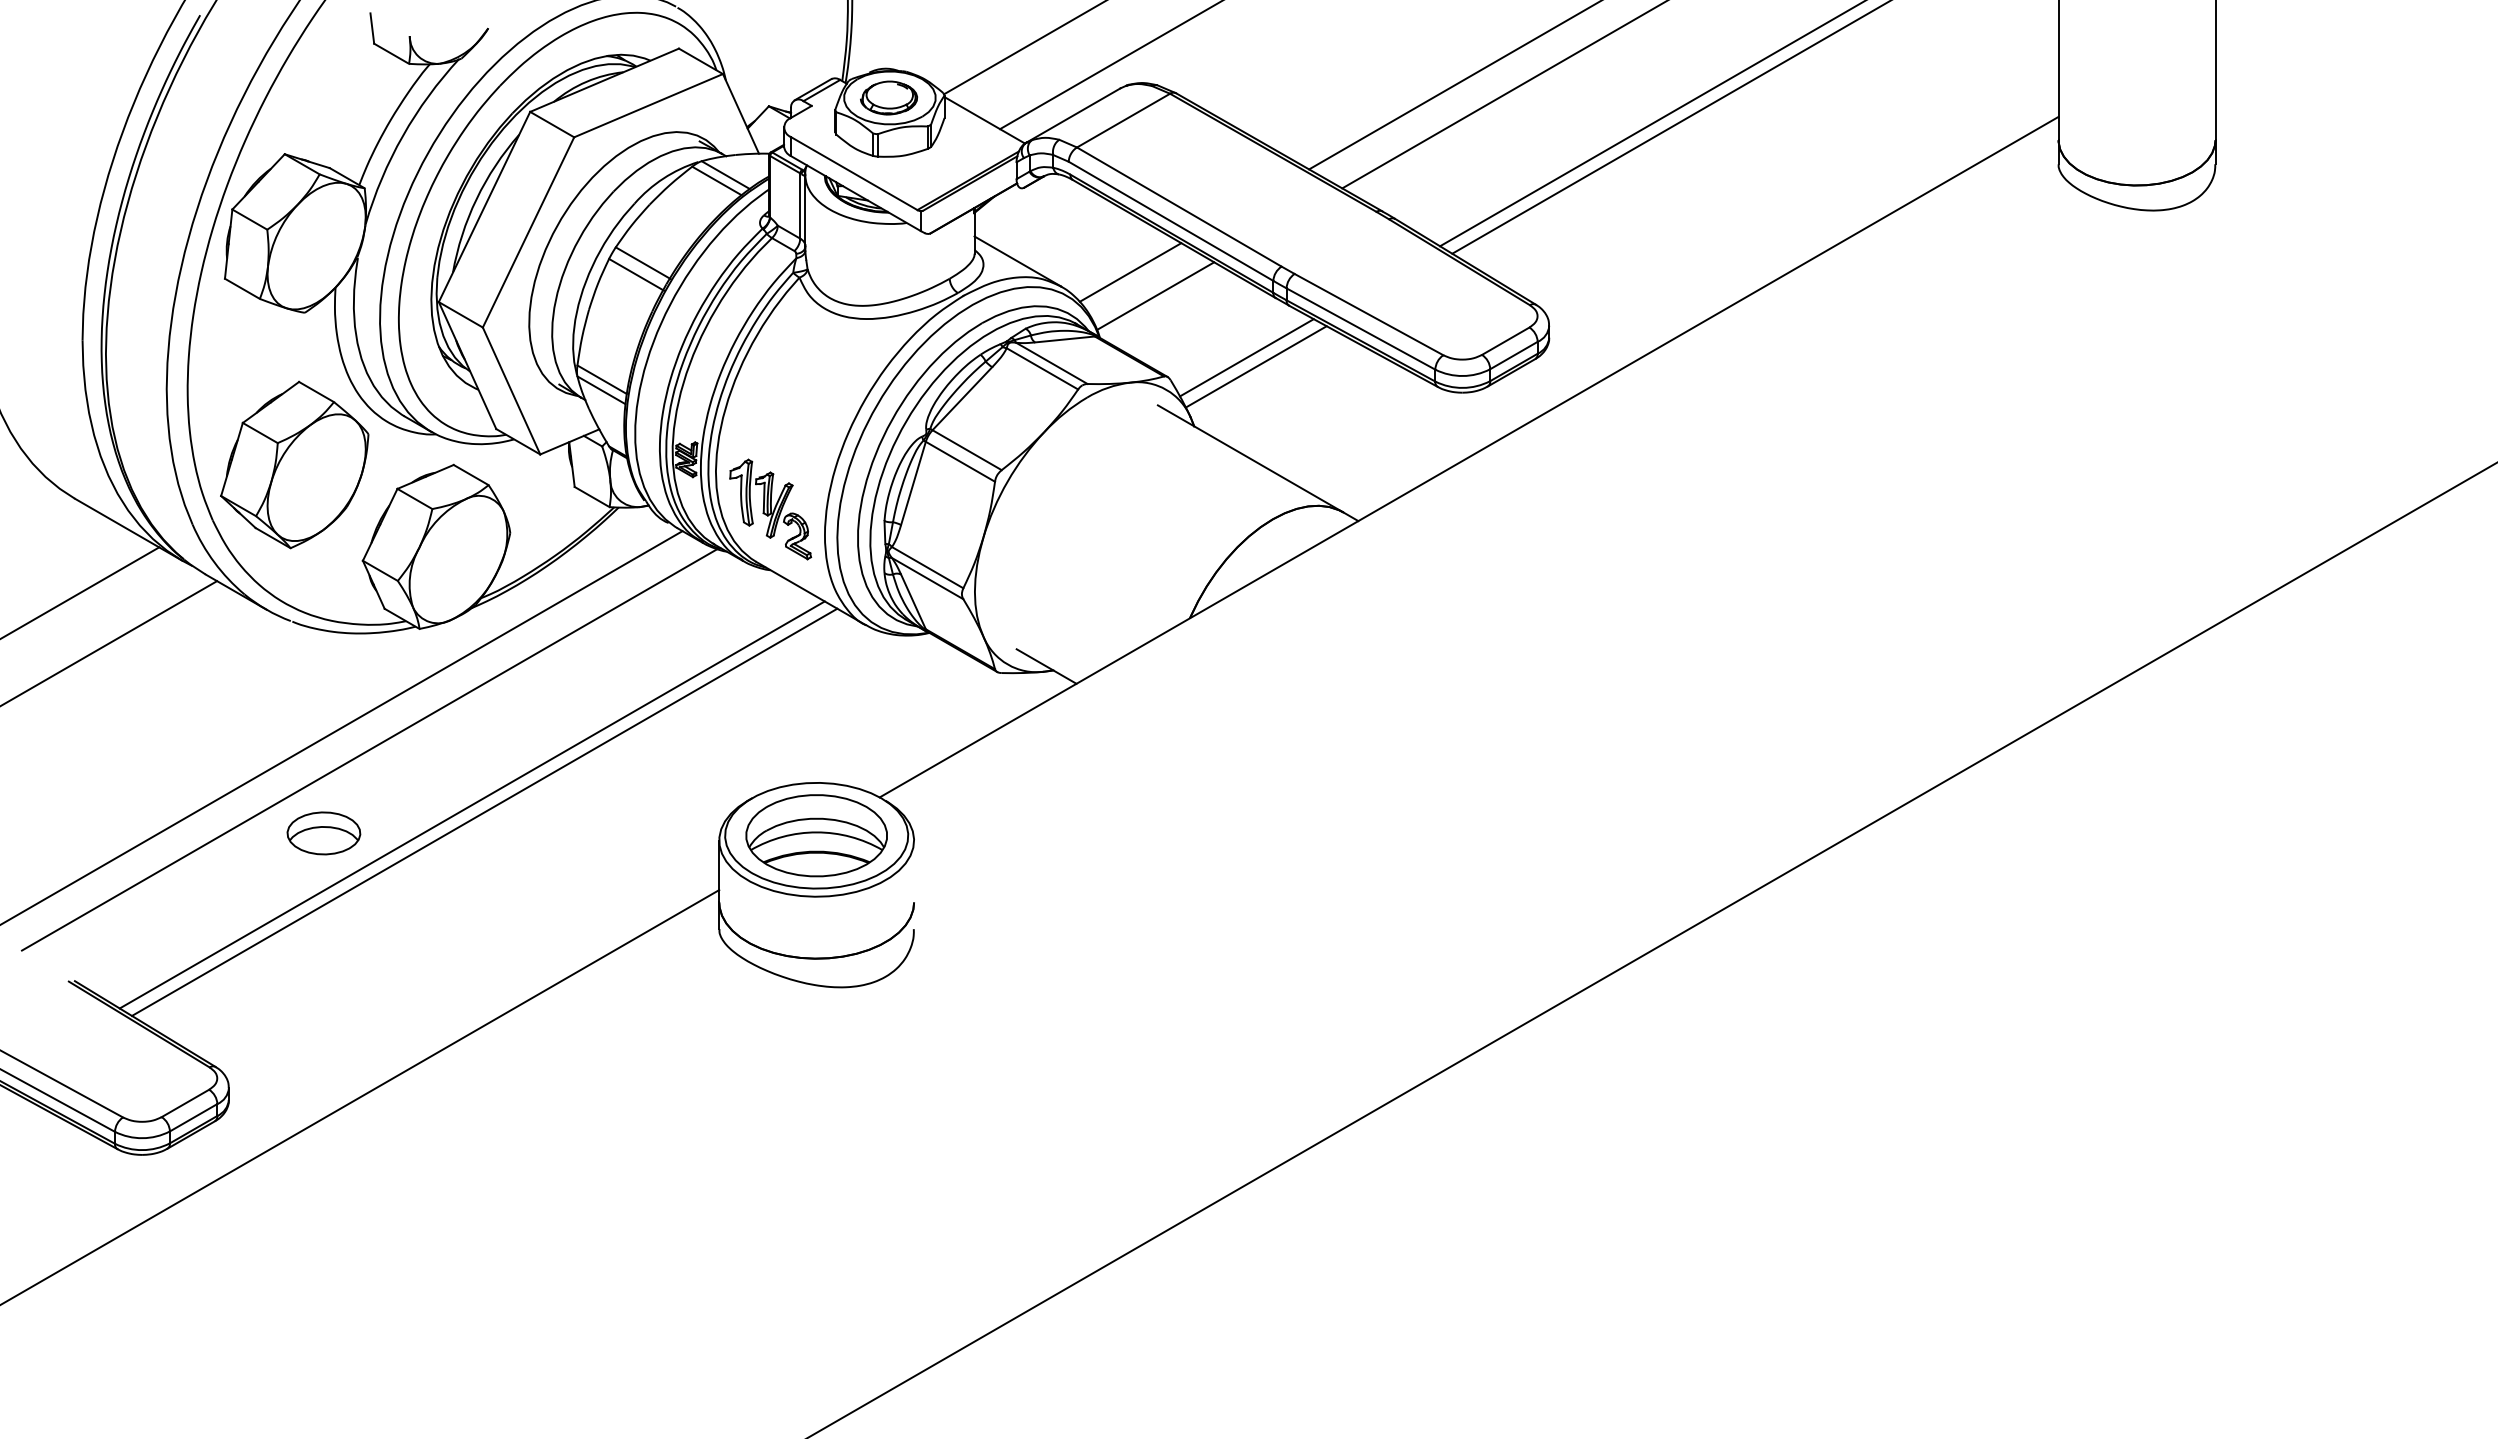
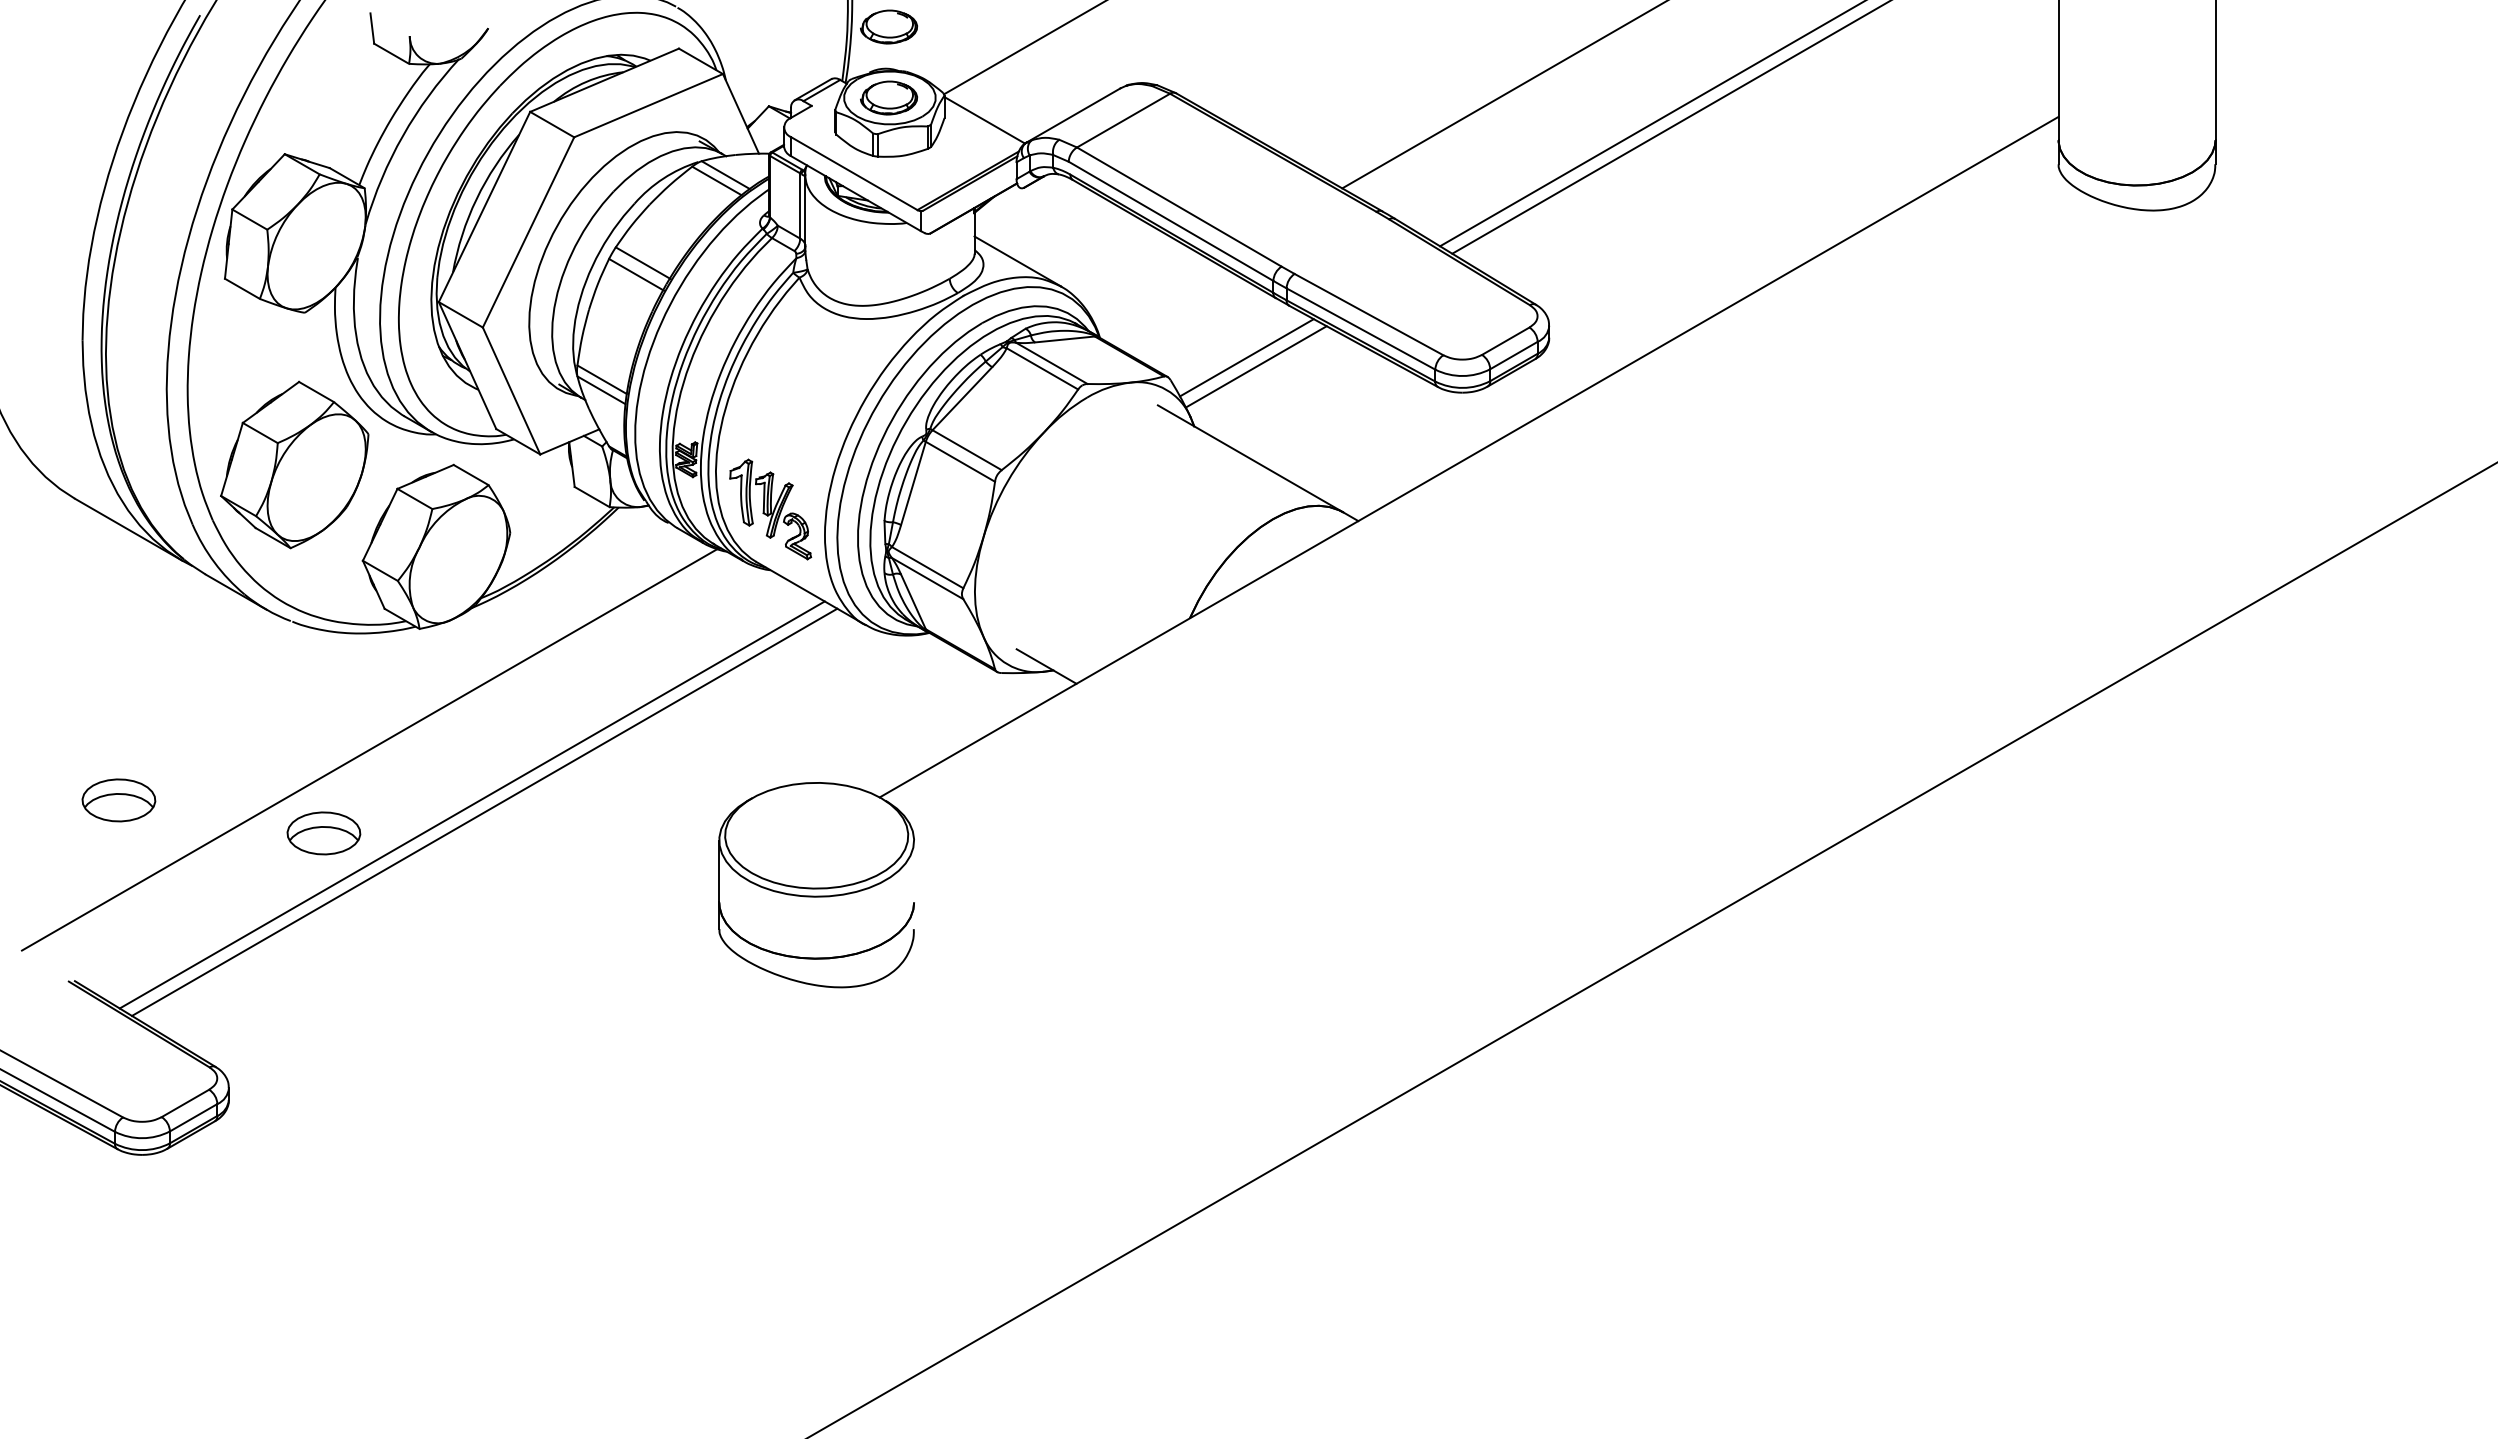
part at (889, 26): none -> present
line at (1110, 65): present -> none
line at (1453, 85): present -> none
line at (1130, 272): present -> none
line at (1155, 295): present -> none
line at (80, 592): present -> none
line at (109, 643): present -> none
line at (342, 727): present -> none
part at (118, 800): none -> present
part at (816, 835): present -> none
line at (360, 1097): present -> none
